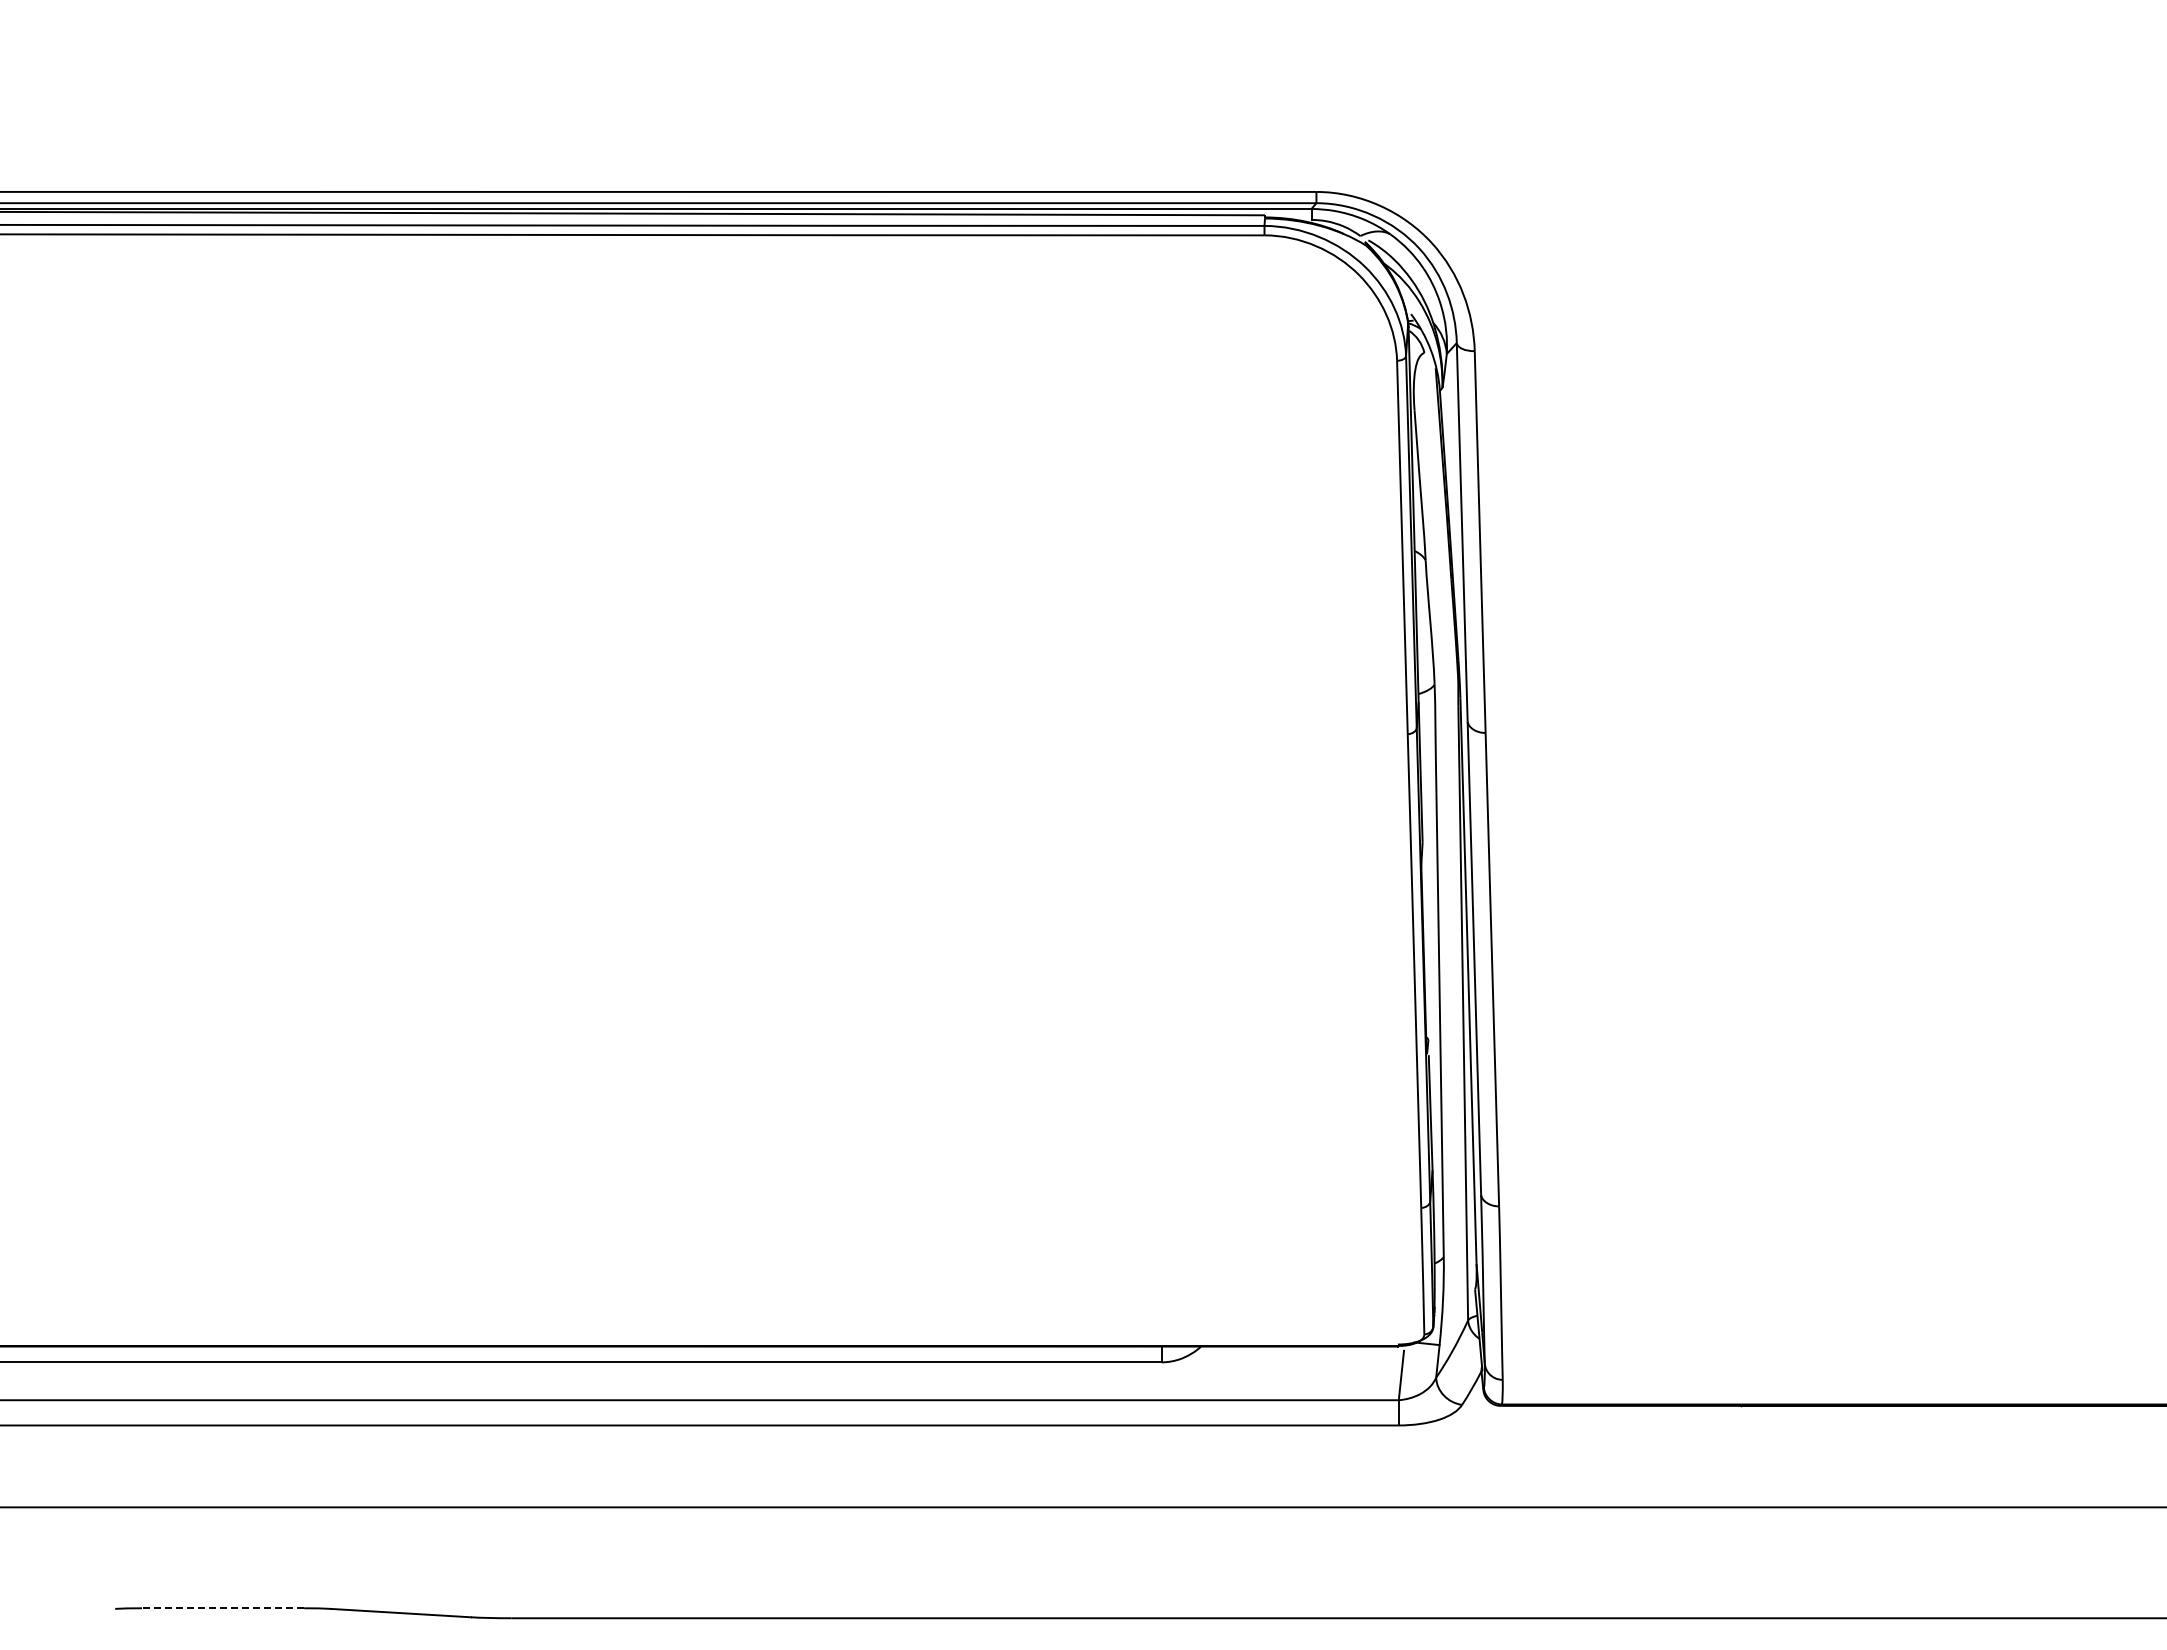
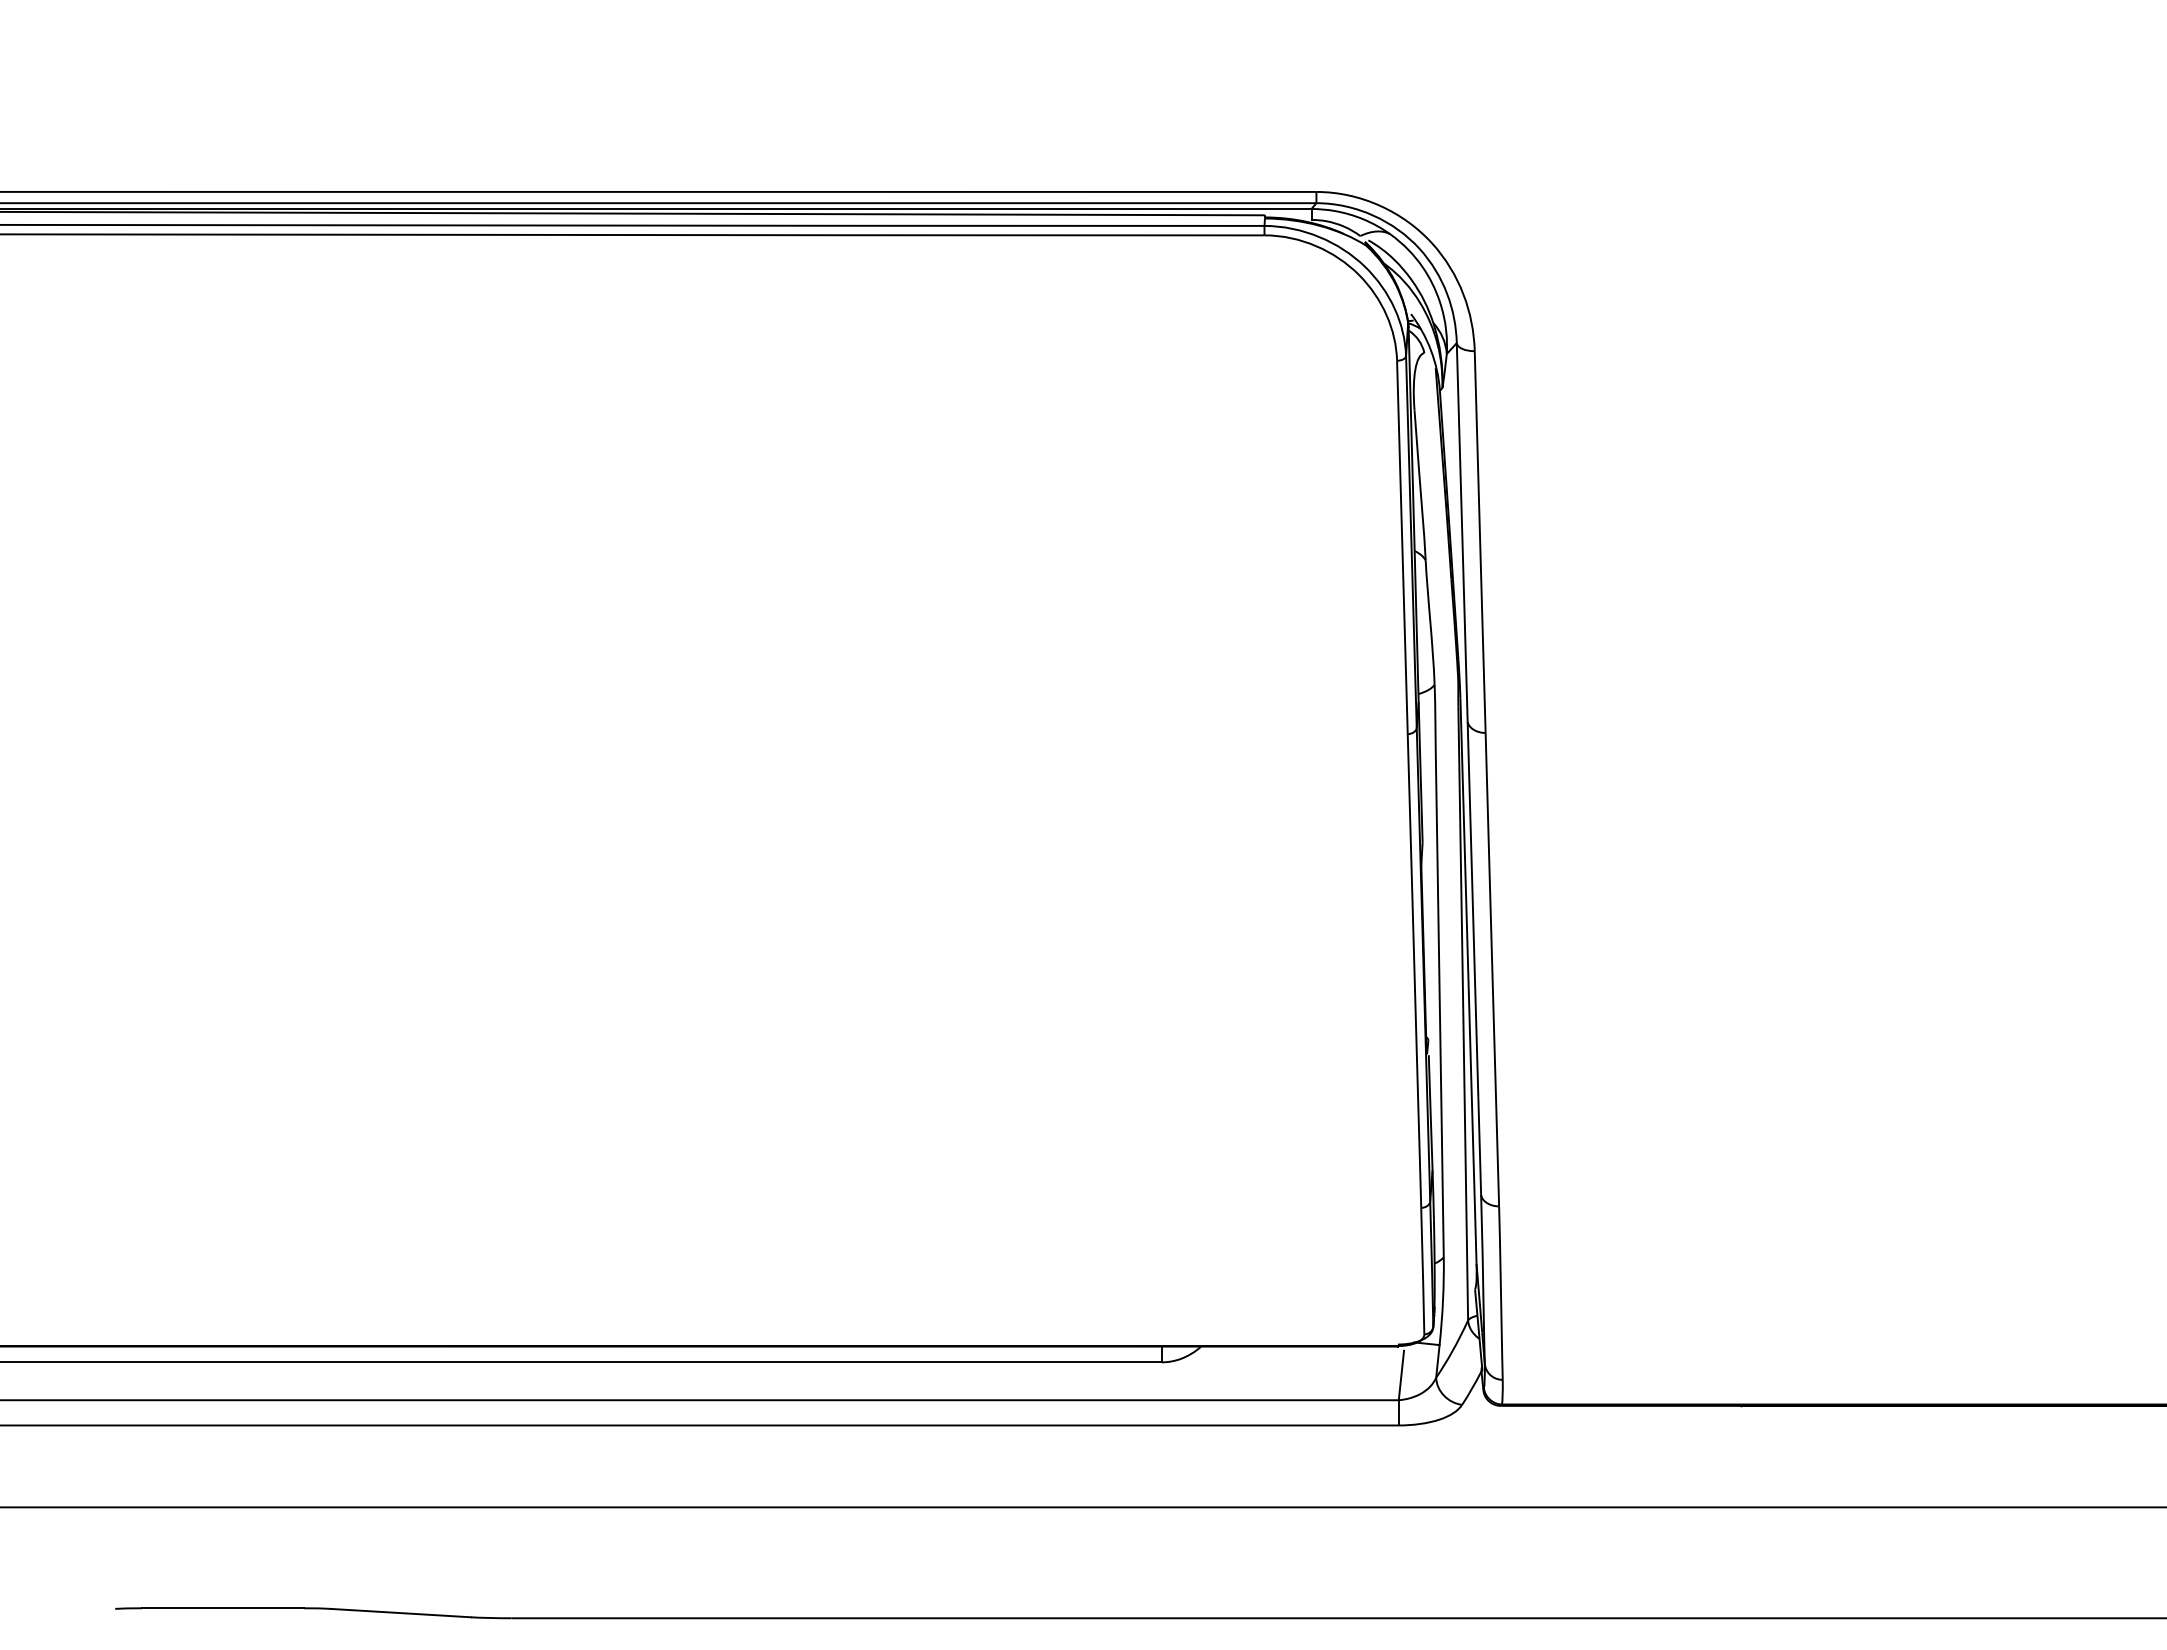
line at (222, 1608): dashed -> solid
